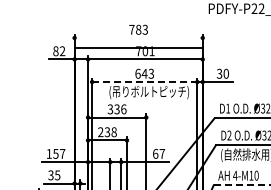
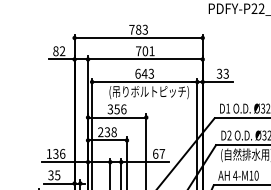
line at (138, 48) position: (138, 48) -> (138, 38)
text at (225, 73): 30 -> 33
line at (144, 82): dashed -> solid
text at (116, 108): 336 -> 356
text at (59, 153): 157 -> 136
line at (242, 185): dashed -> solid
